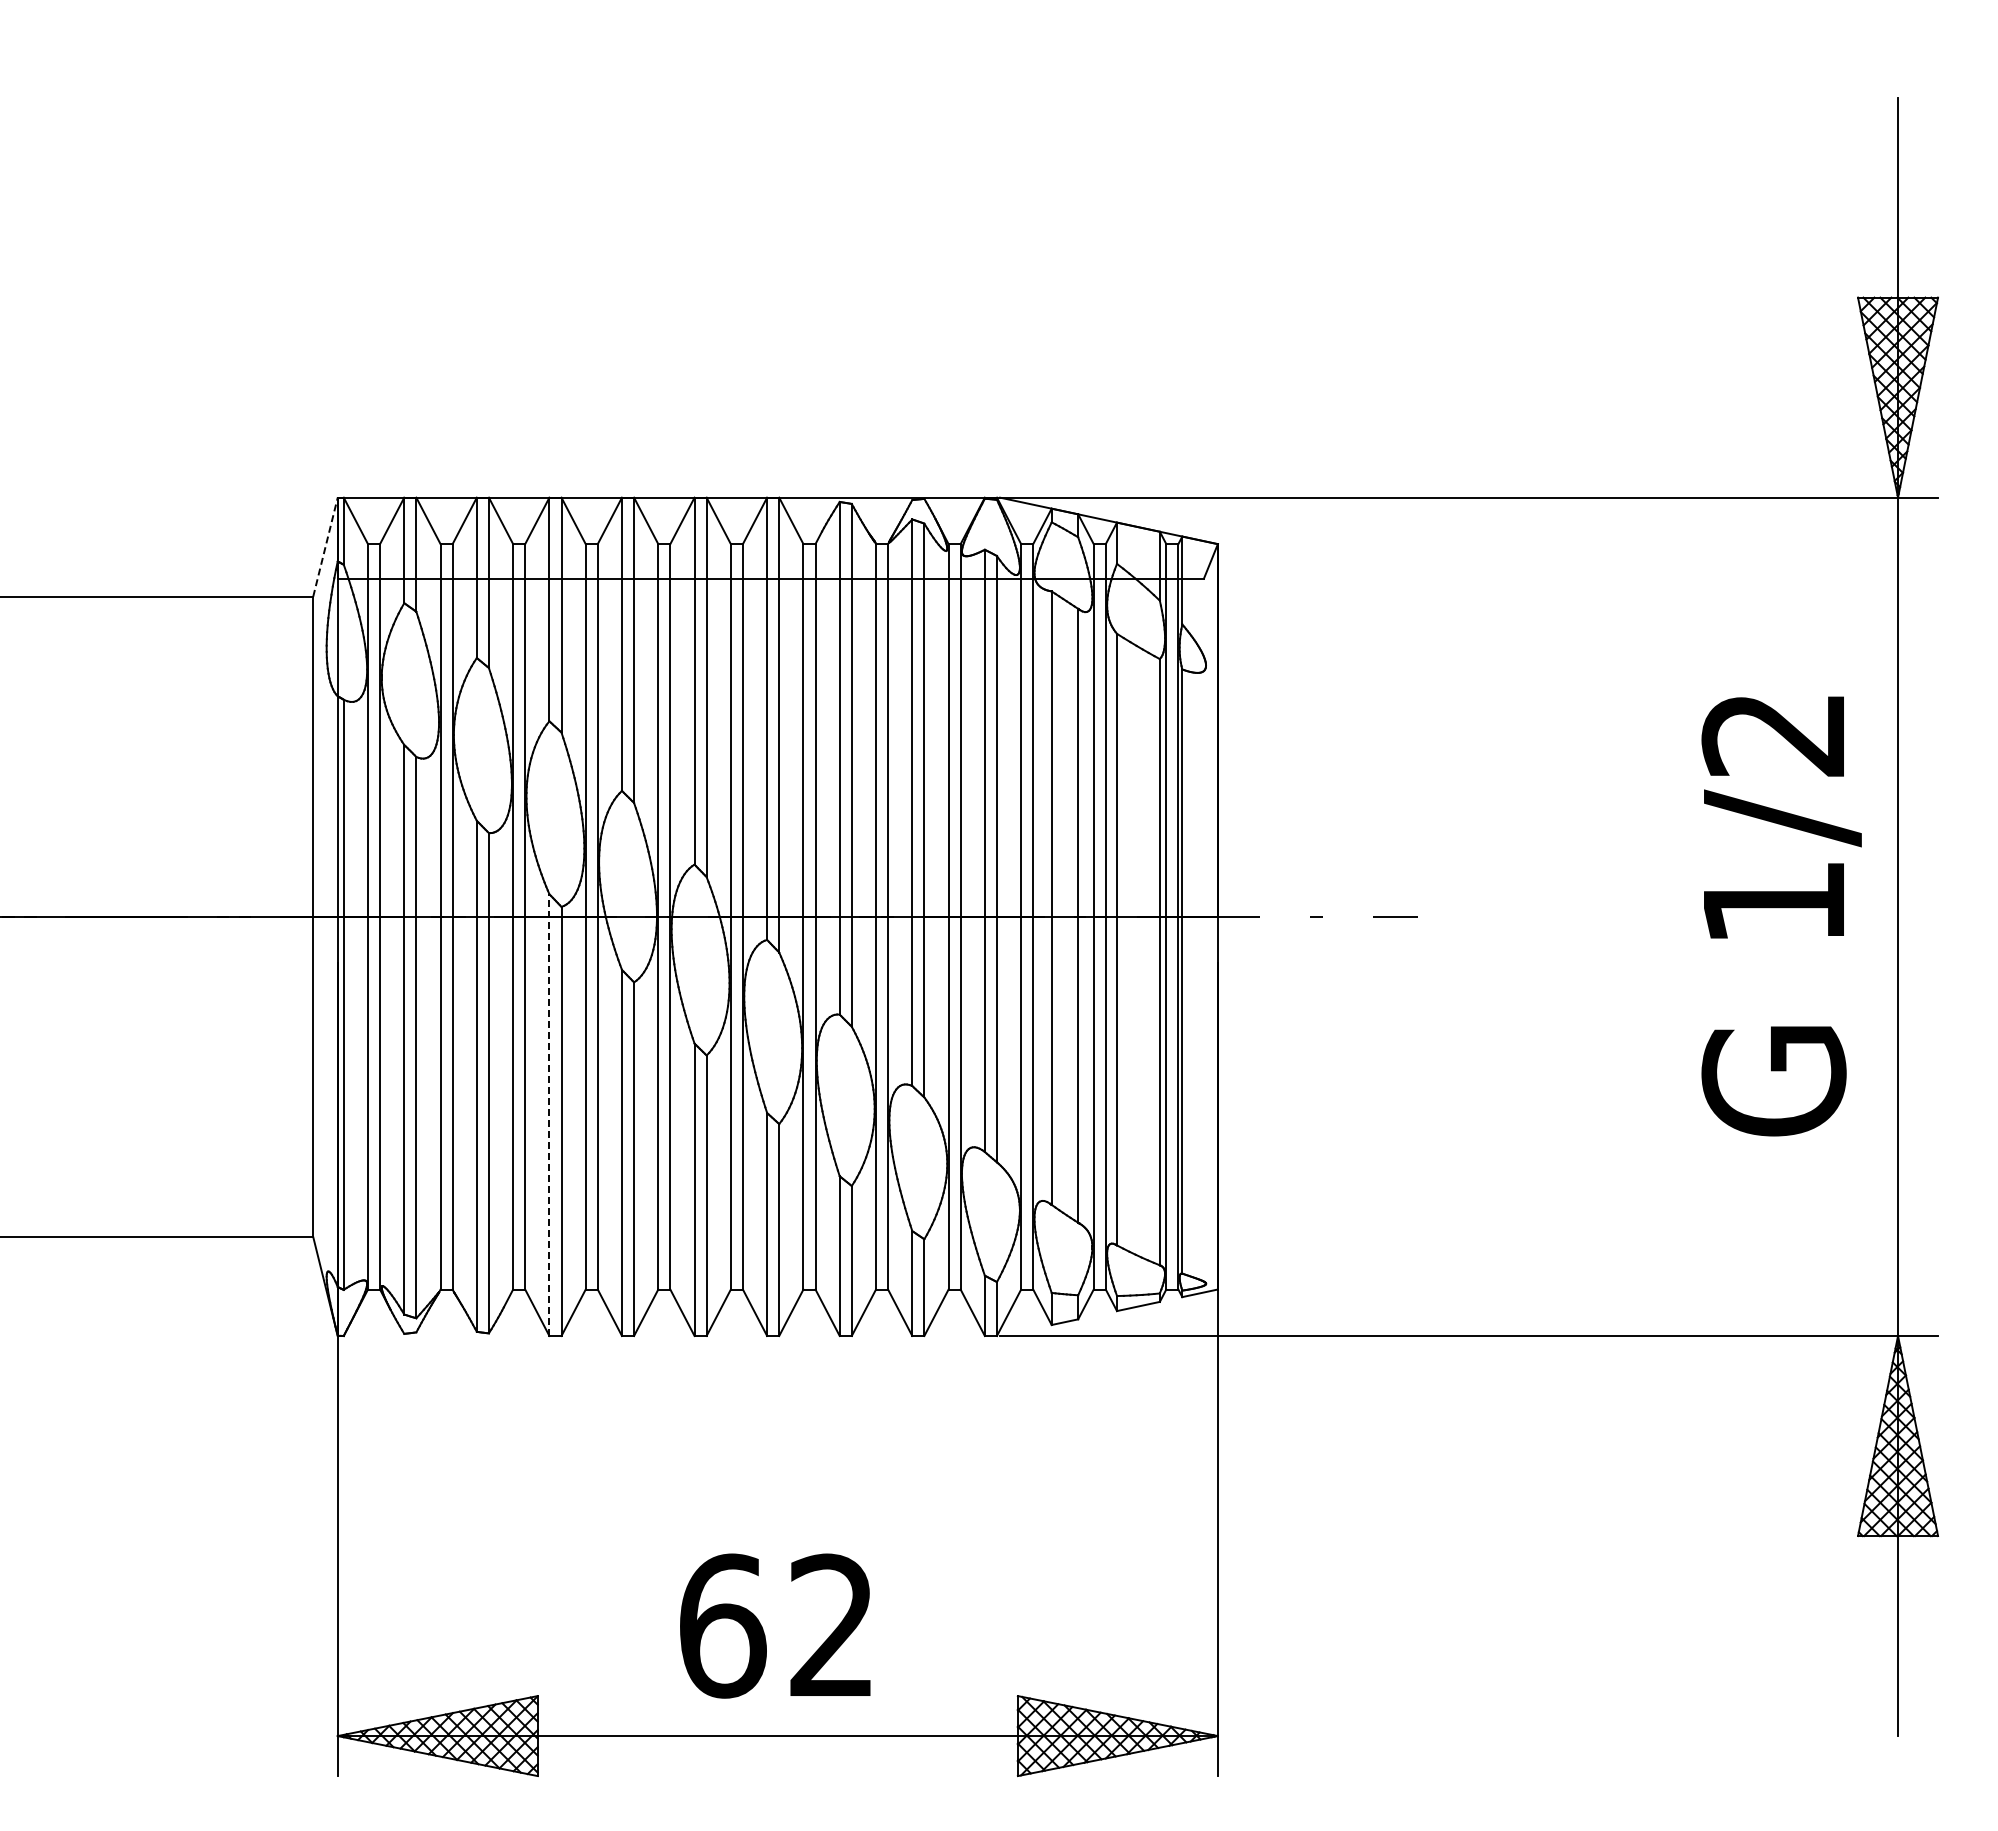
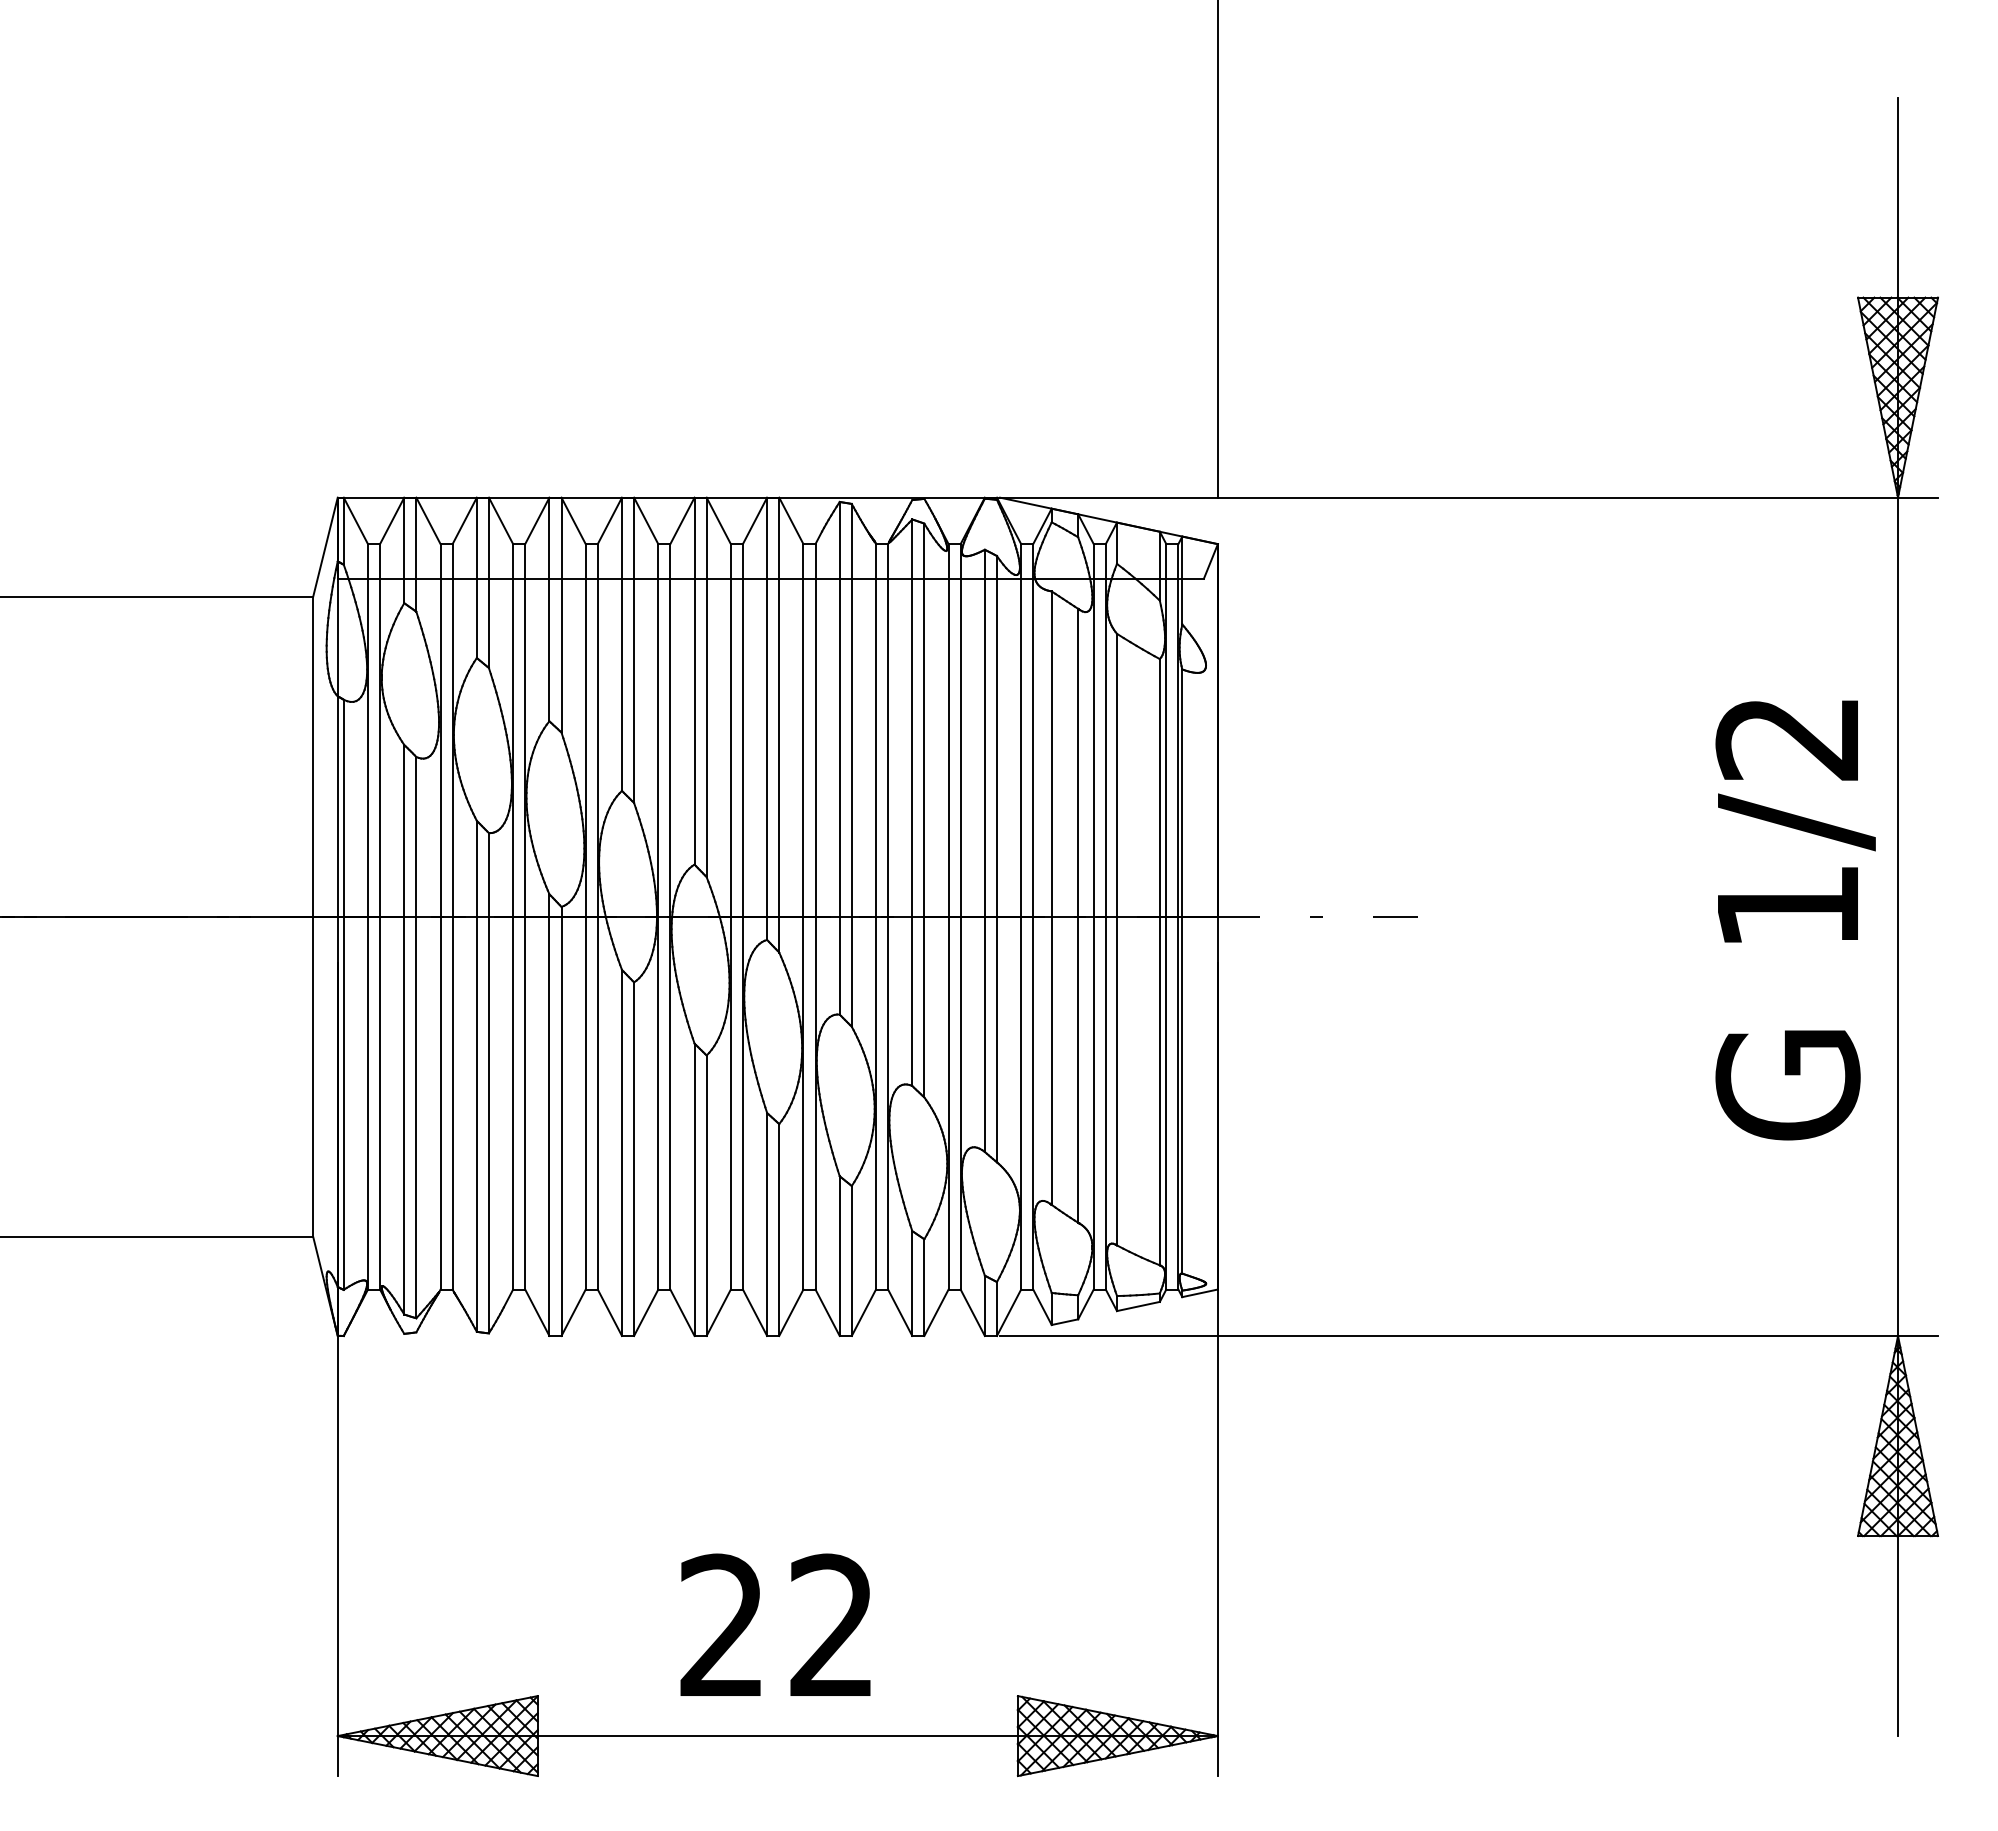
line at (1217, 249): none -> present
line at (325, 546): dashed -> solid
text at (1781, 916) position: (1781, 916) -> (1795, 920)
line at (549, 1115): dashed -> solid
text at (723, 1625): 62 -> 22
